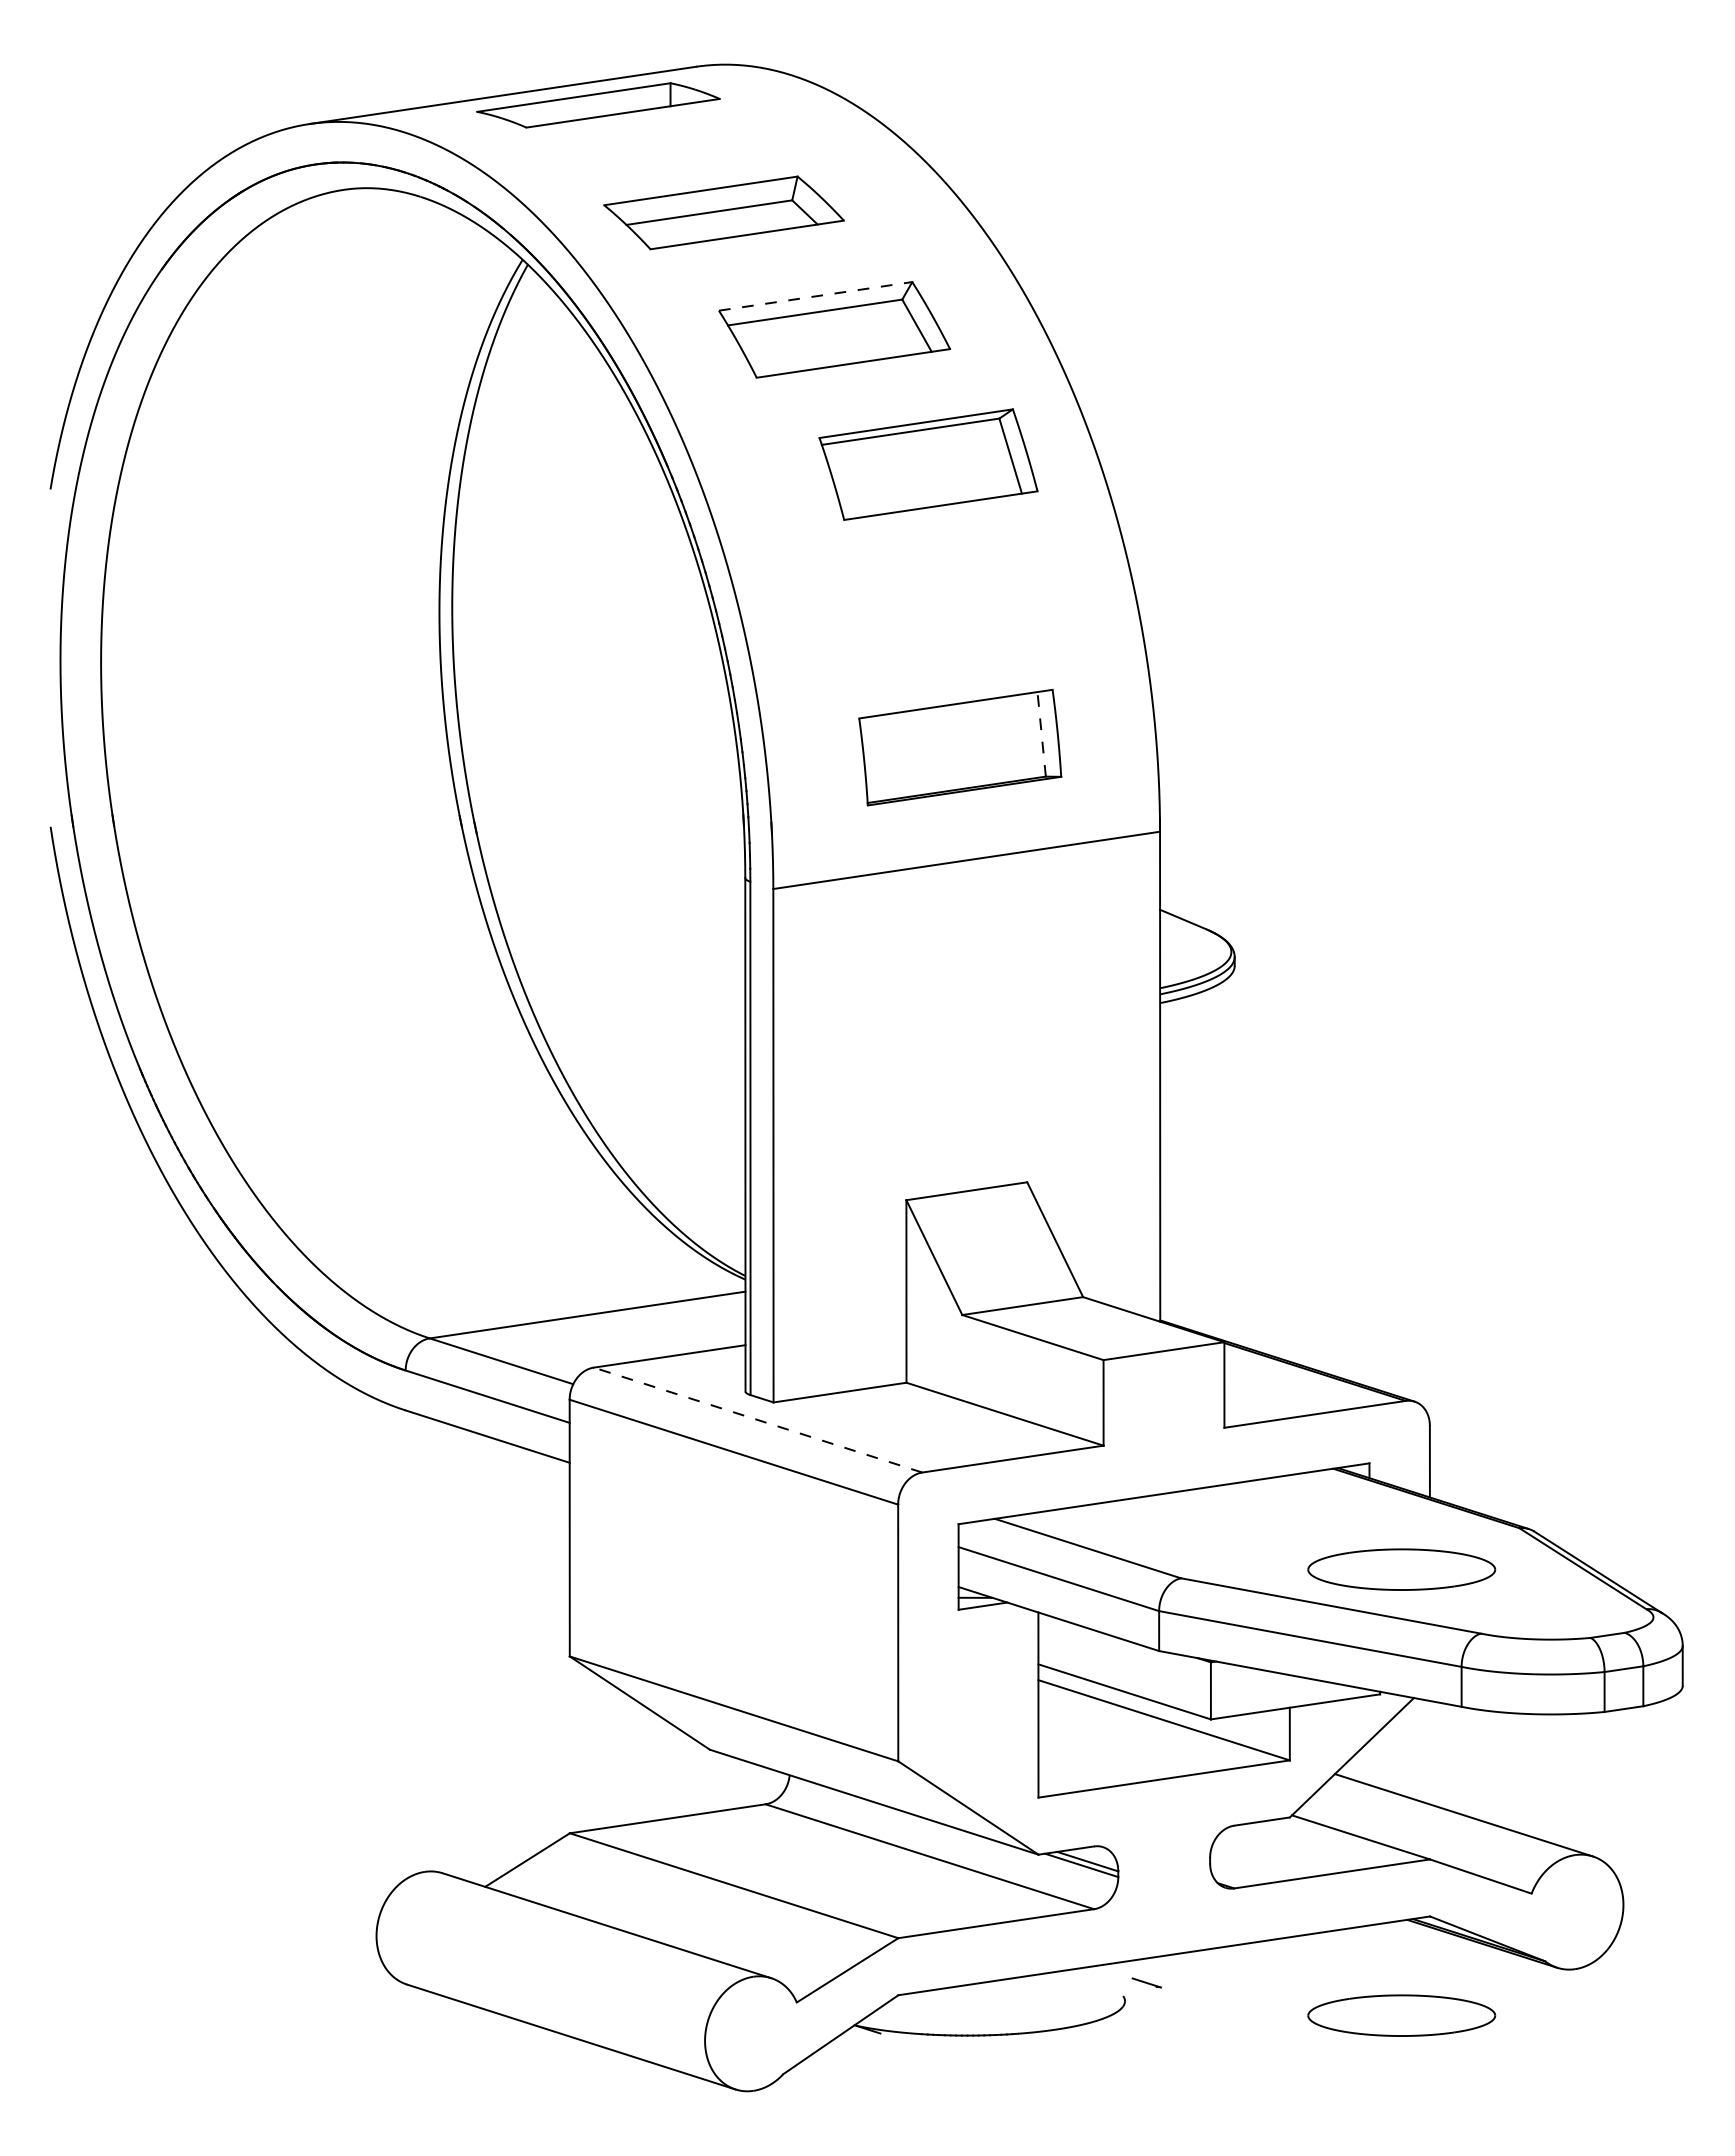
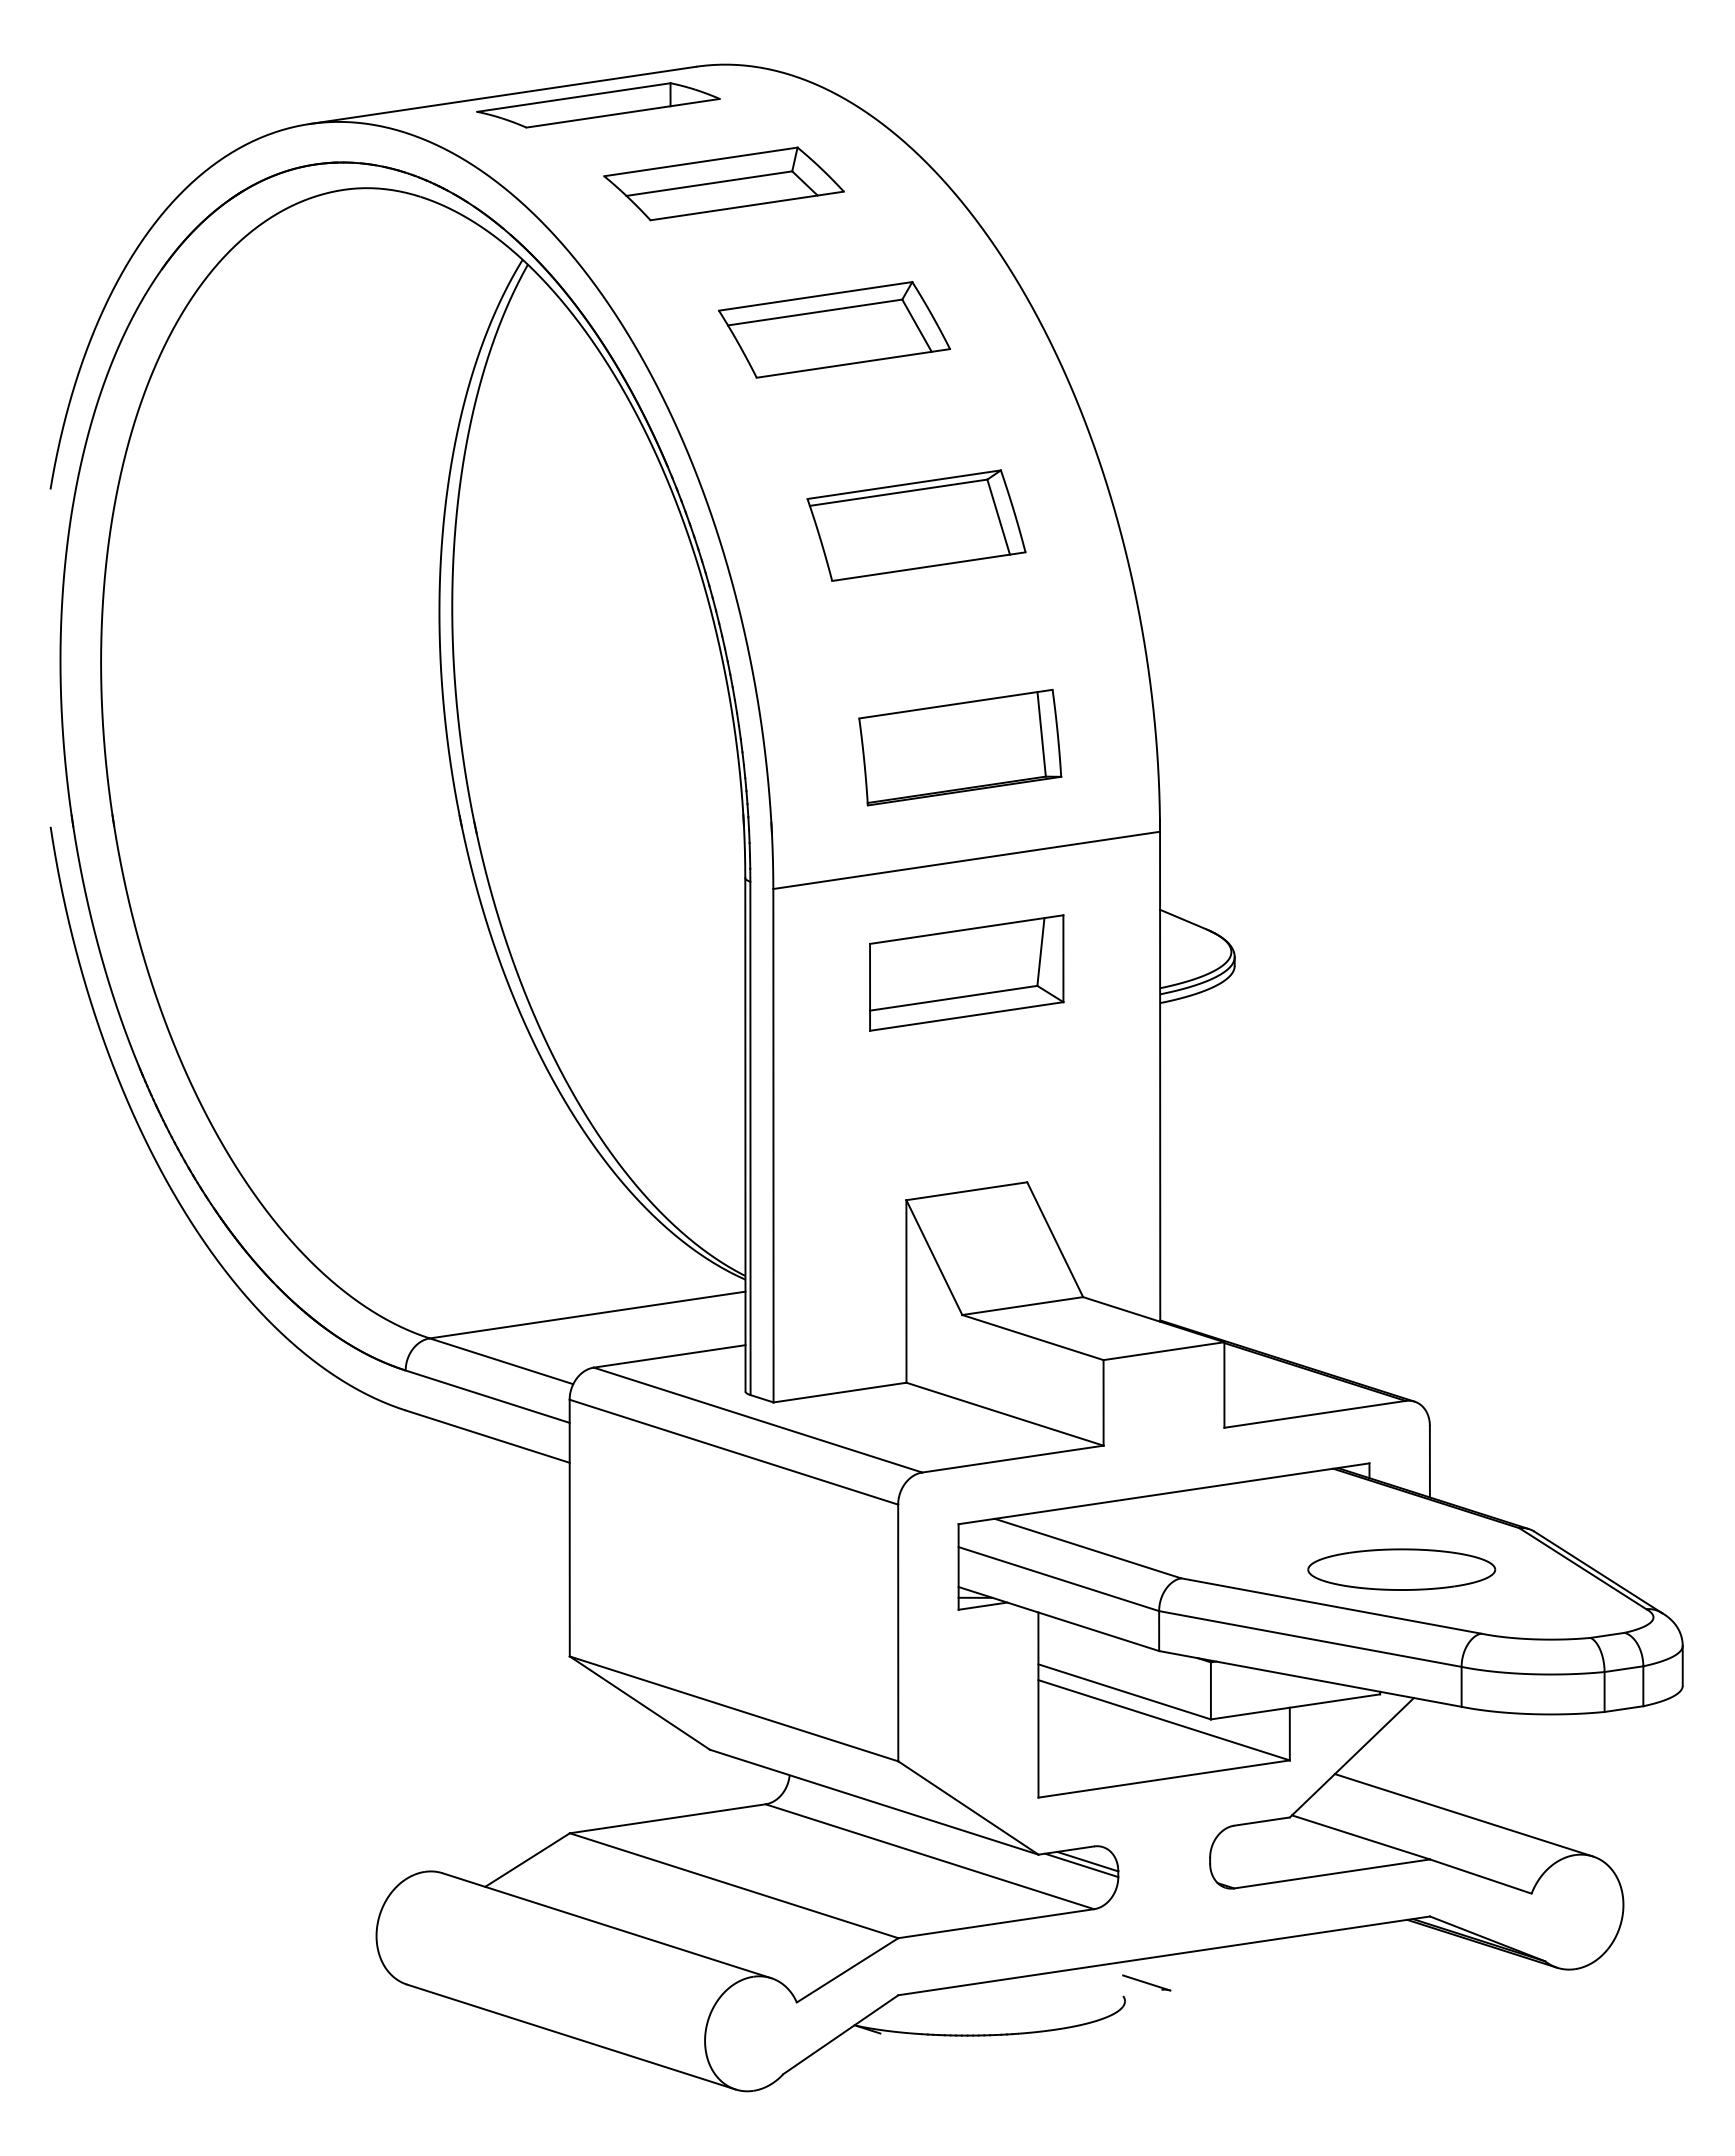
part at (723, 212) position: (723, 212) -> (723, 183)
line at (815, 296): dashed -> solid
part at (928, 464) position: (928, 464) -> (916, 525)
line at (1041, 733): dashed -> solid
part at (966, 972): none -> present
line at (757, 1419): dashed -> solid
part at (1146, 1982) size: 31x12 px -> 50x18 px
part at (1401, 2015): present -> none
